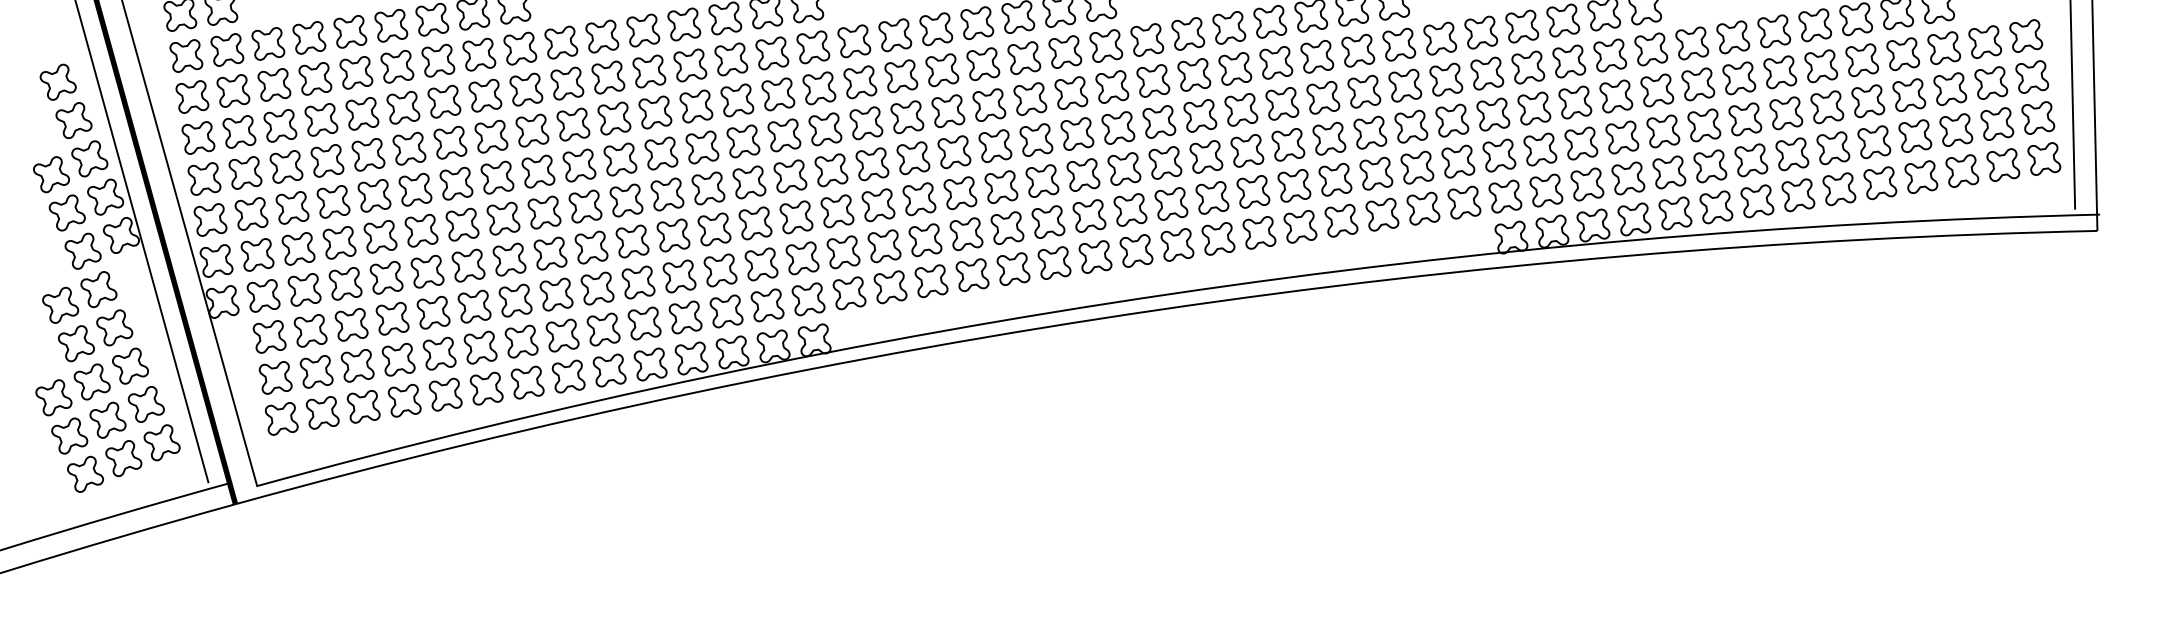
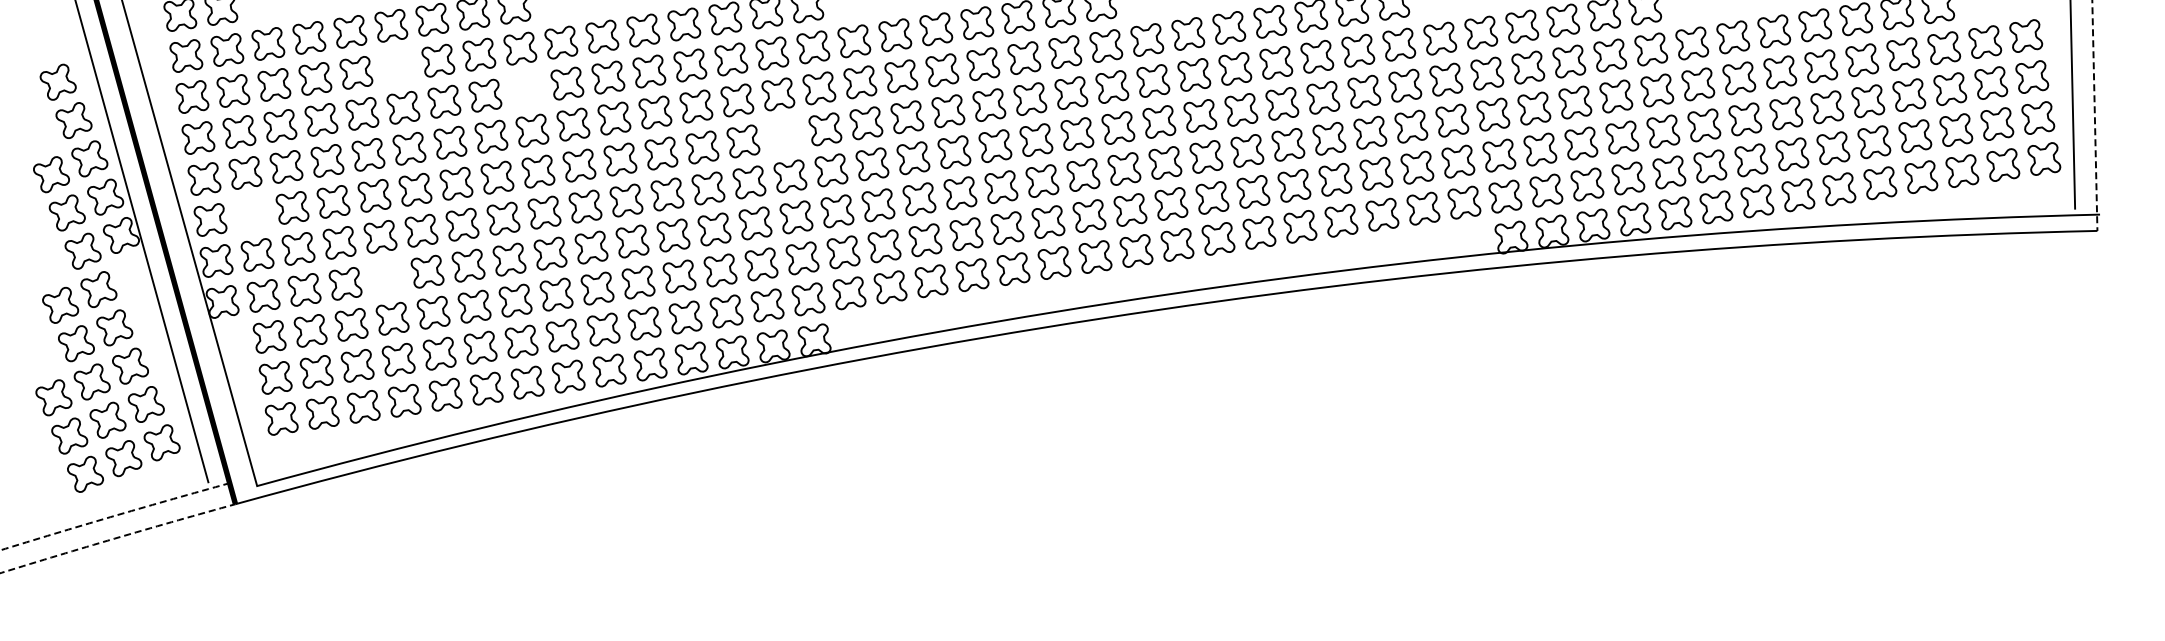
part at (397, 66): present -> none
part at (526, 89): present -> none
line at (2094, 115): solid -> dashed
part at (784, 135): present -> none
part at (251, 213): present -> none
part at (386, 277): present -> none
line at (115, 515): solid -> dashed
line at (118, 537): solid -> dashed
